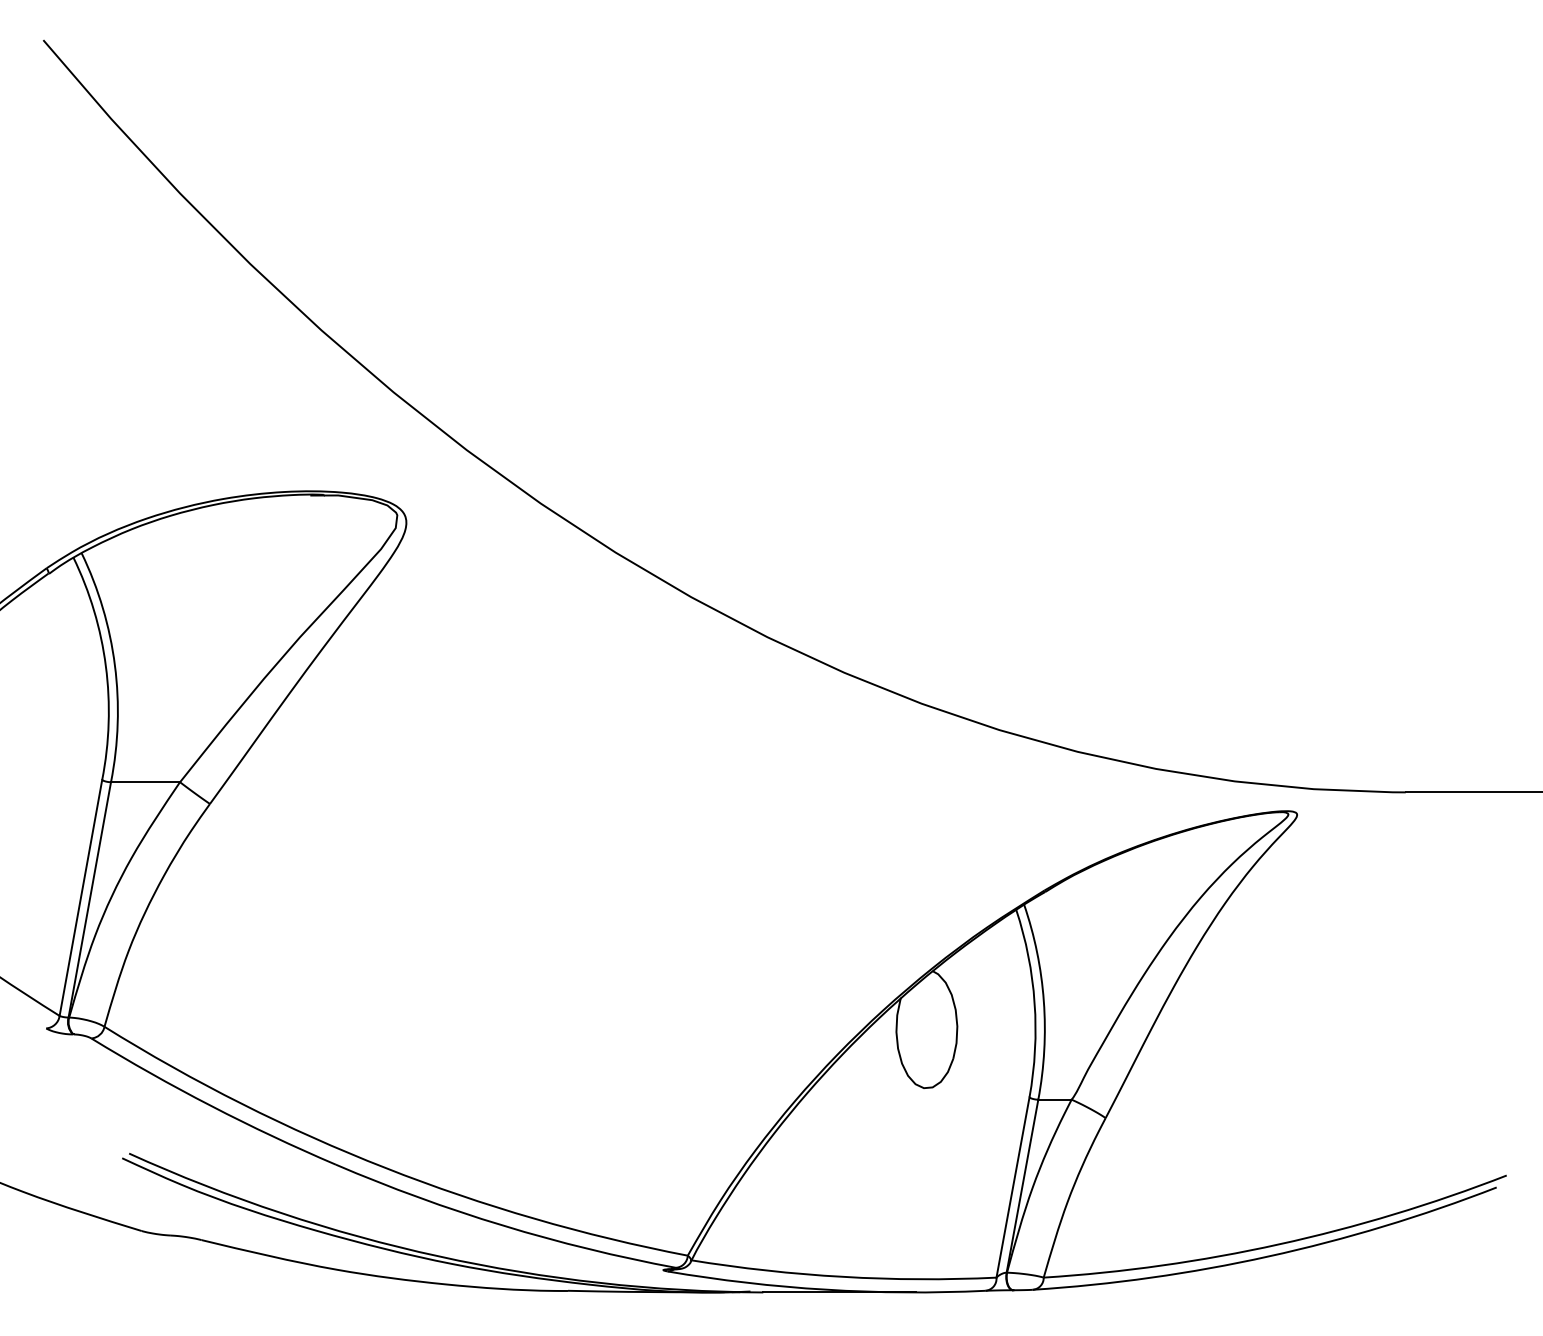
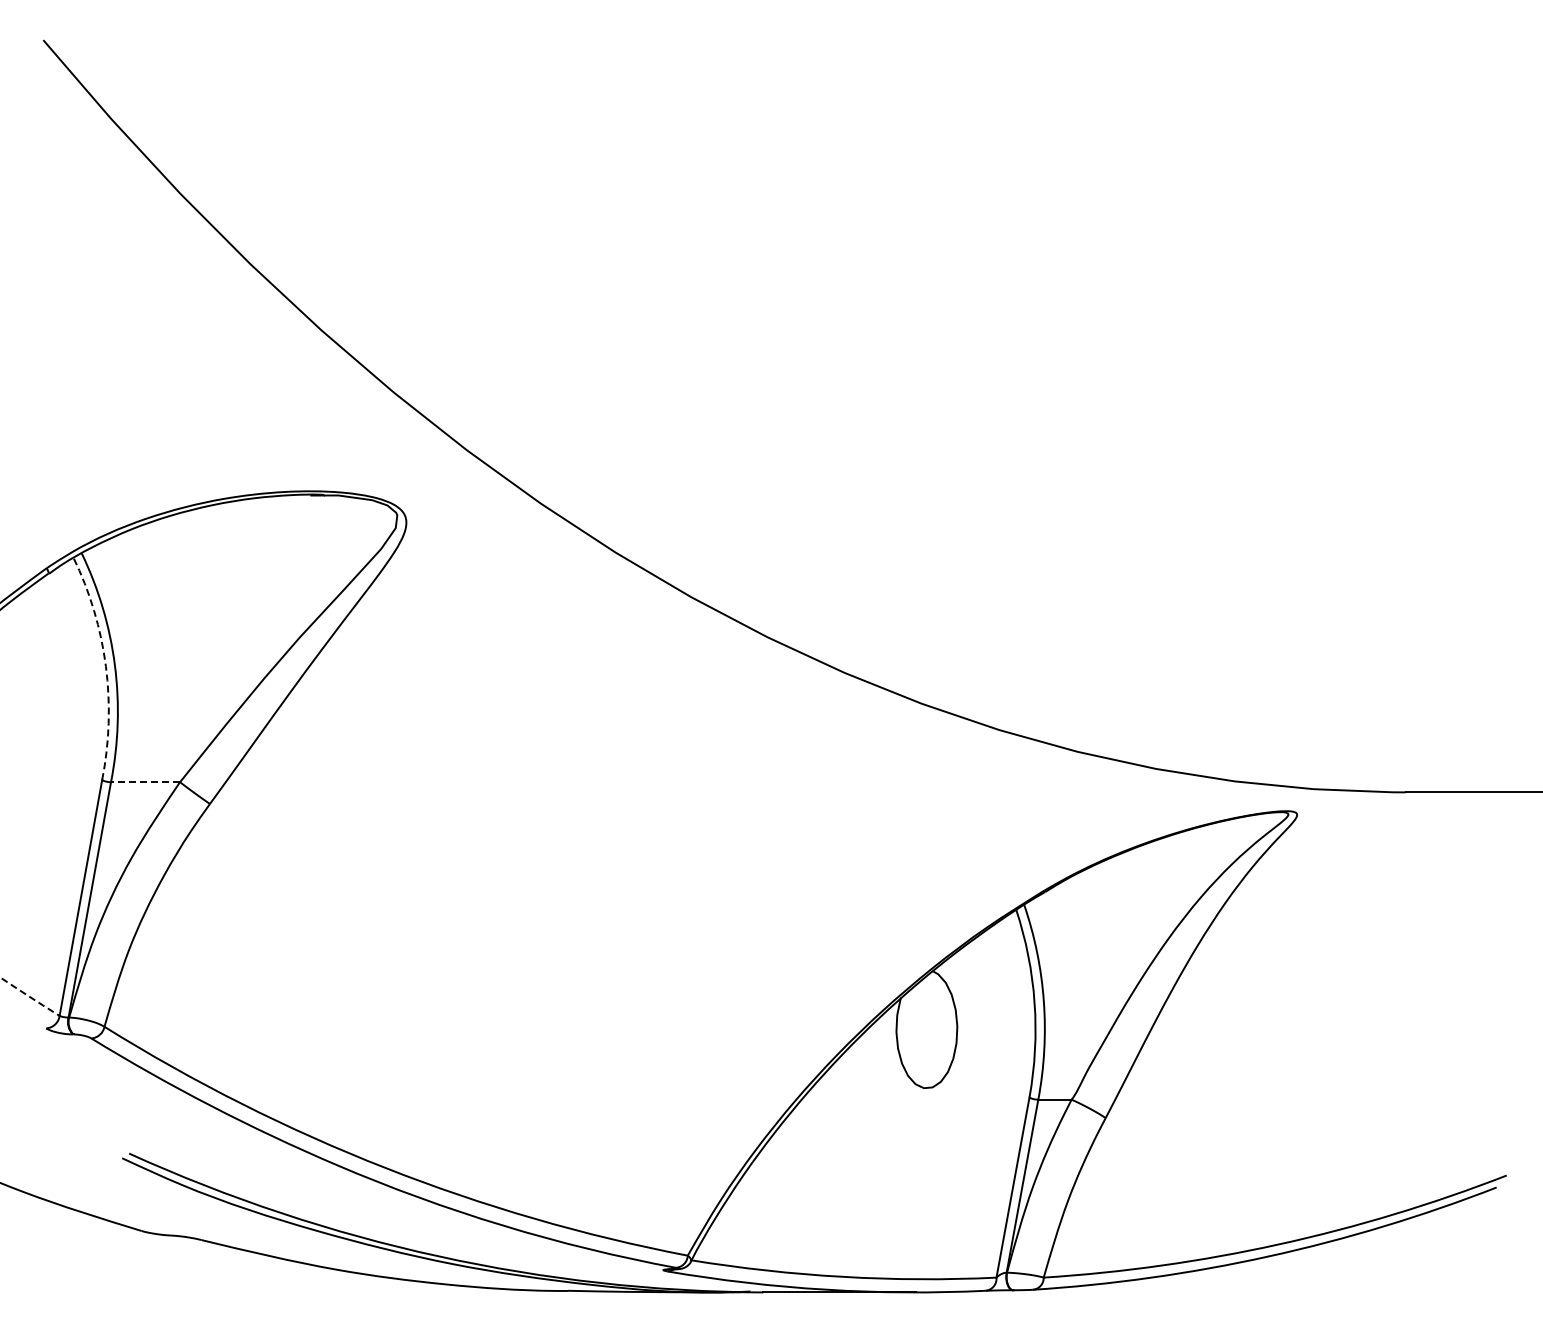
arc at (105, 666): solid -> dashed
line at (145, 782): solid -> dashed
arc at (29, 996): solid -> dashed
